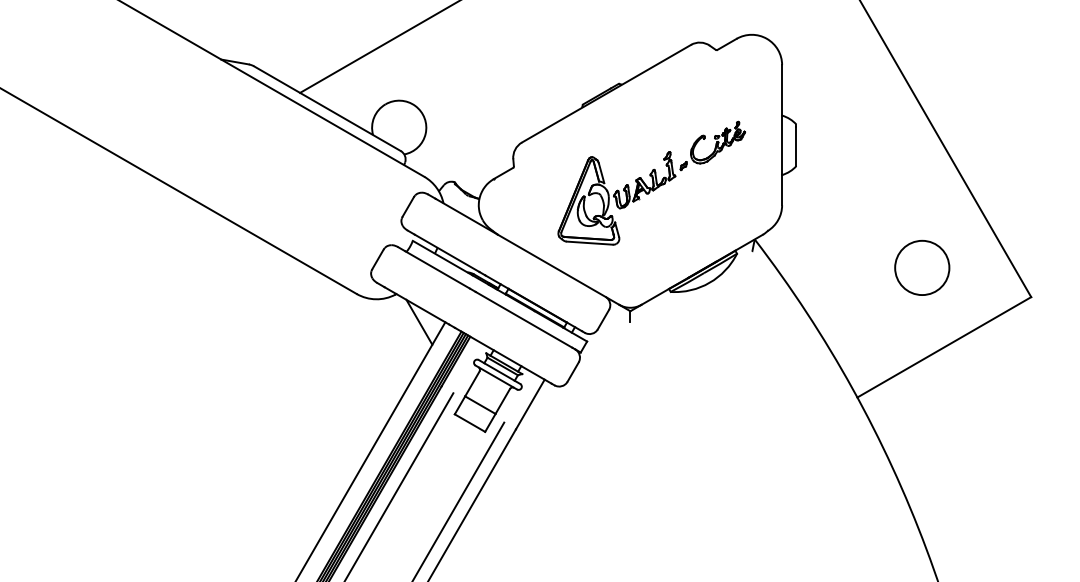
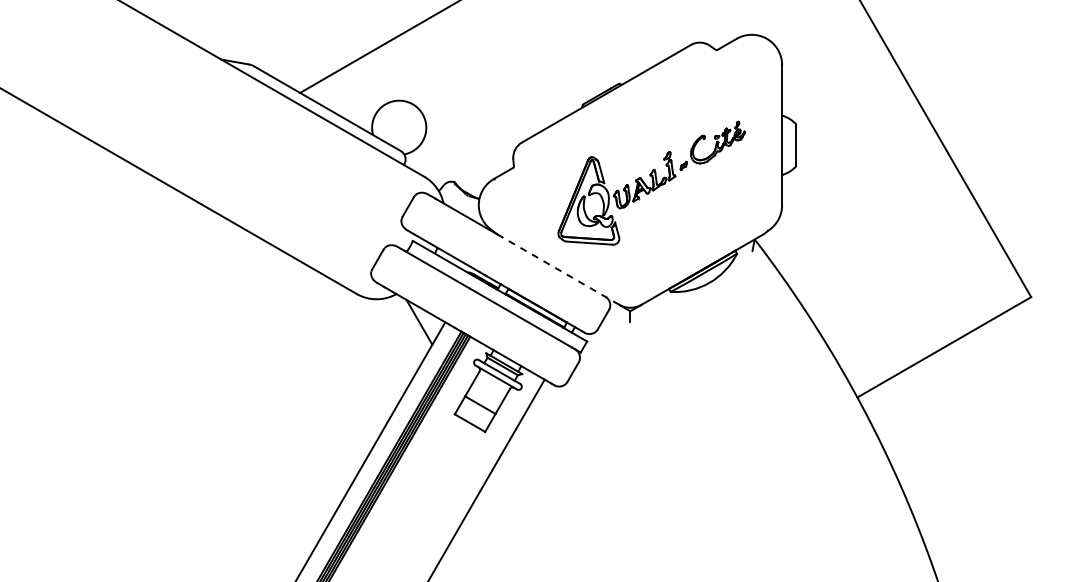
circle at (922, 267): present -> none
line at (558, 269): solid -> dashed
line at (399, 485): present -> none
line at (459, 500): present -> none
